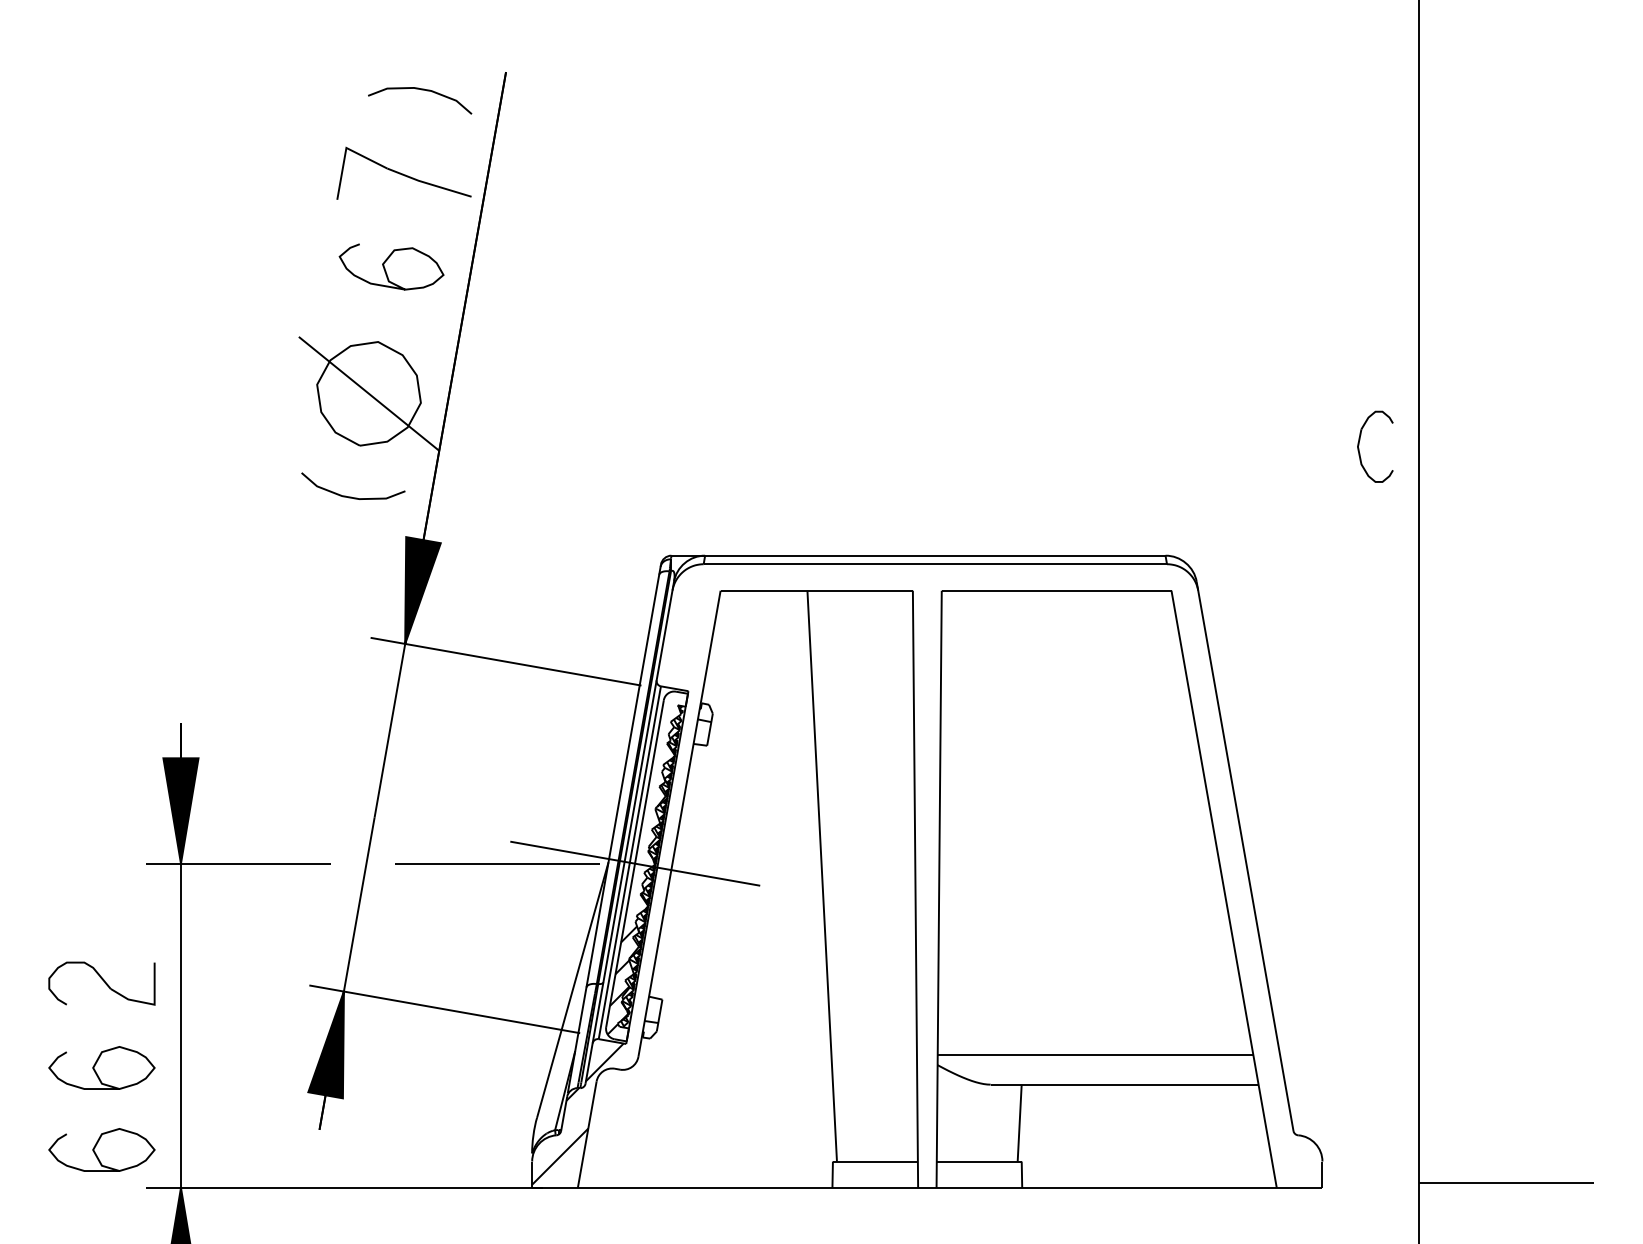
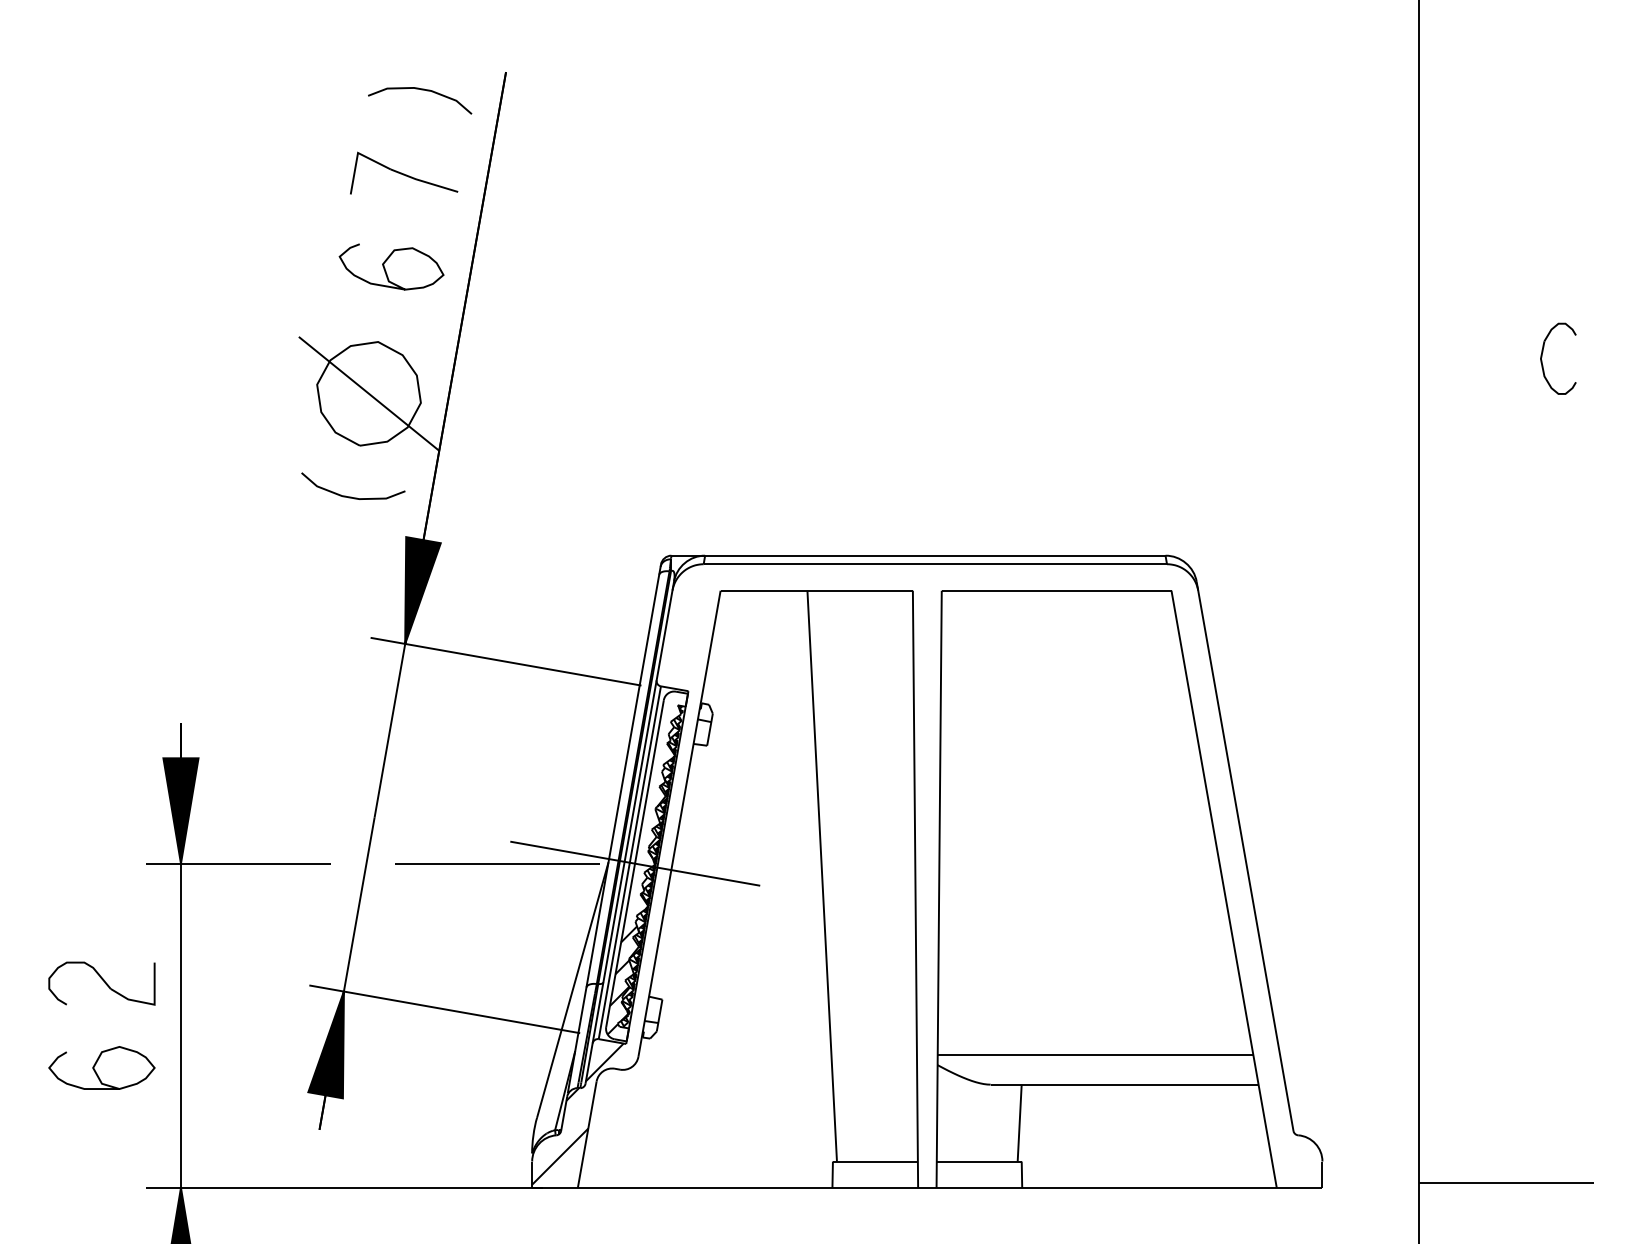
part at (403, 172) size: 136x54 px -> 109x44 px
part at (1359, 445) position: (1359, 445) -> (1542, 357)
part at (101, 1149): present -> none
